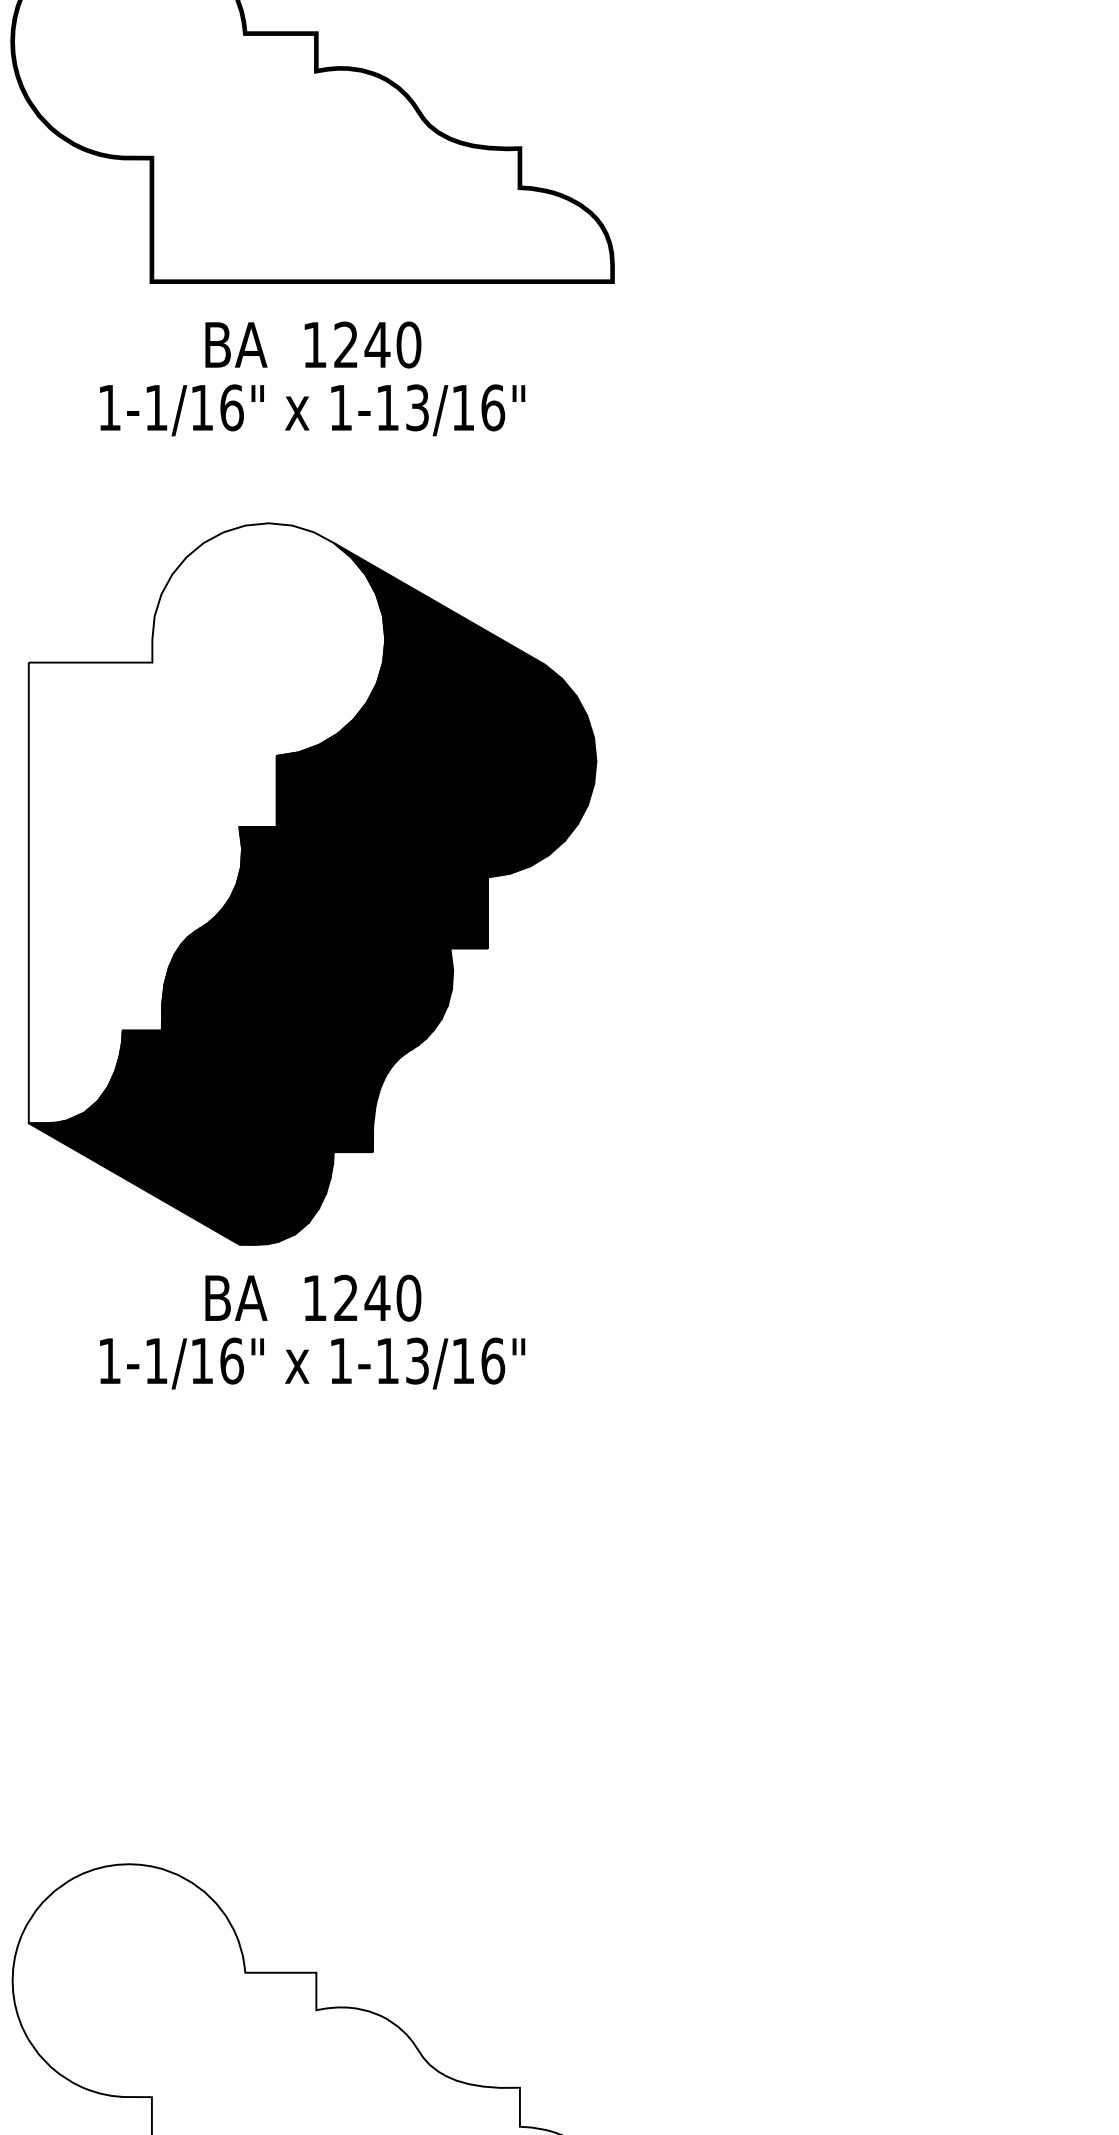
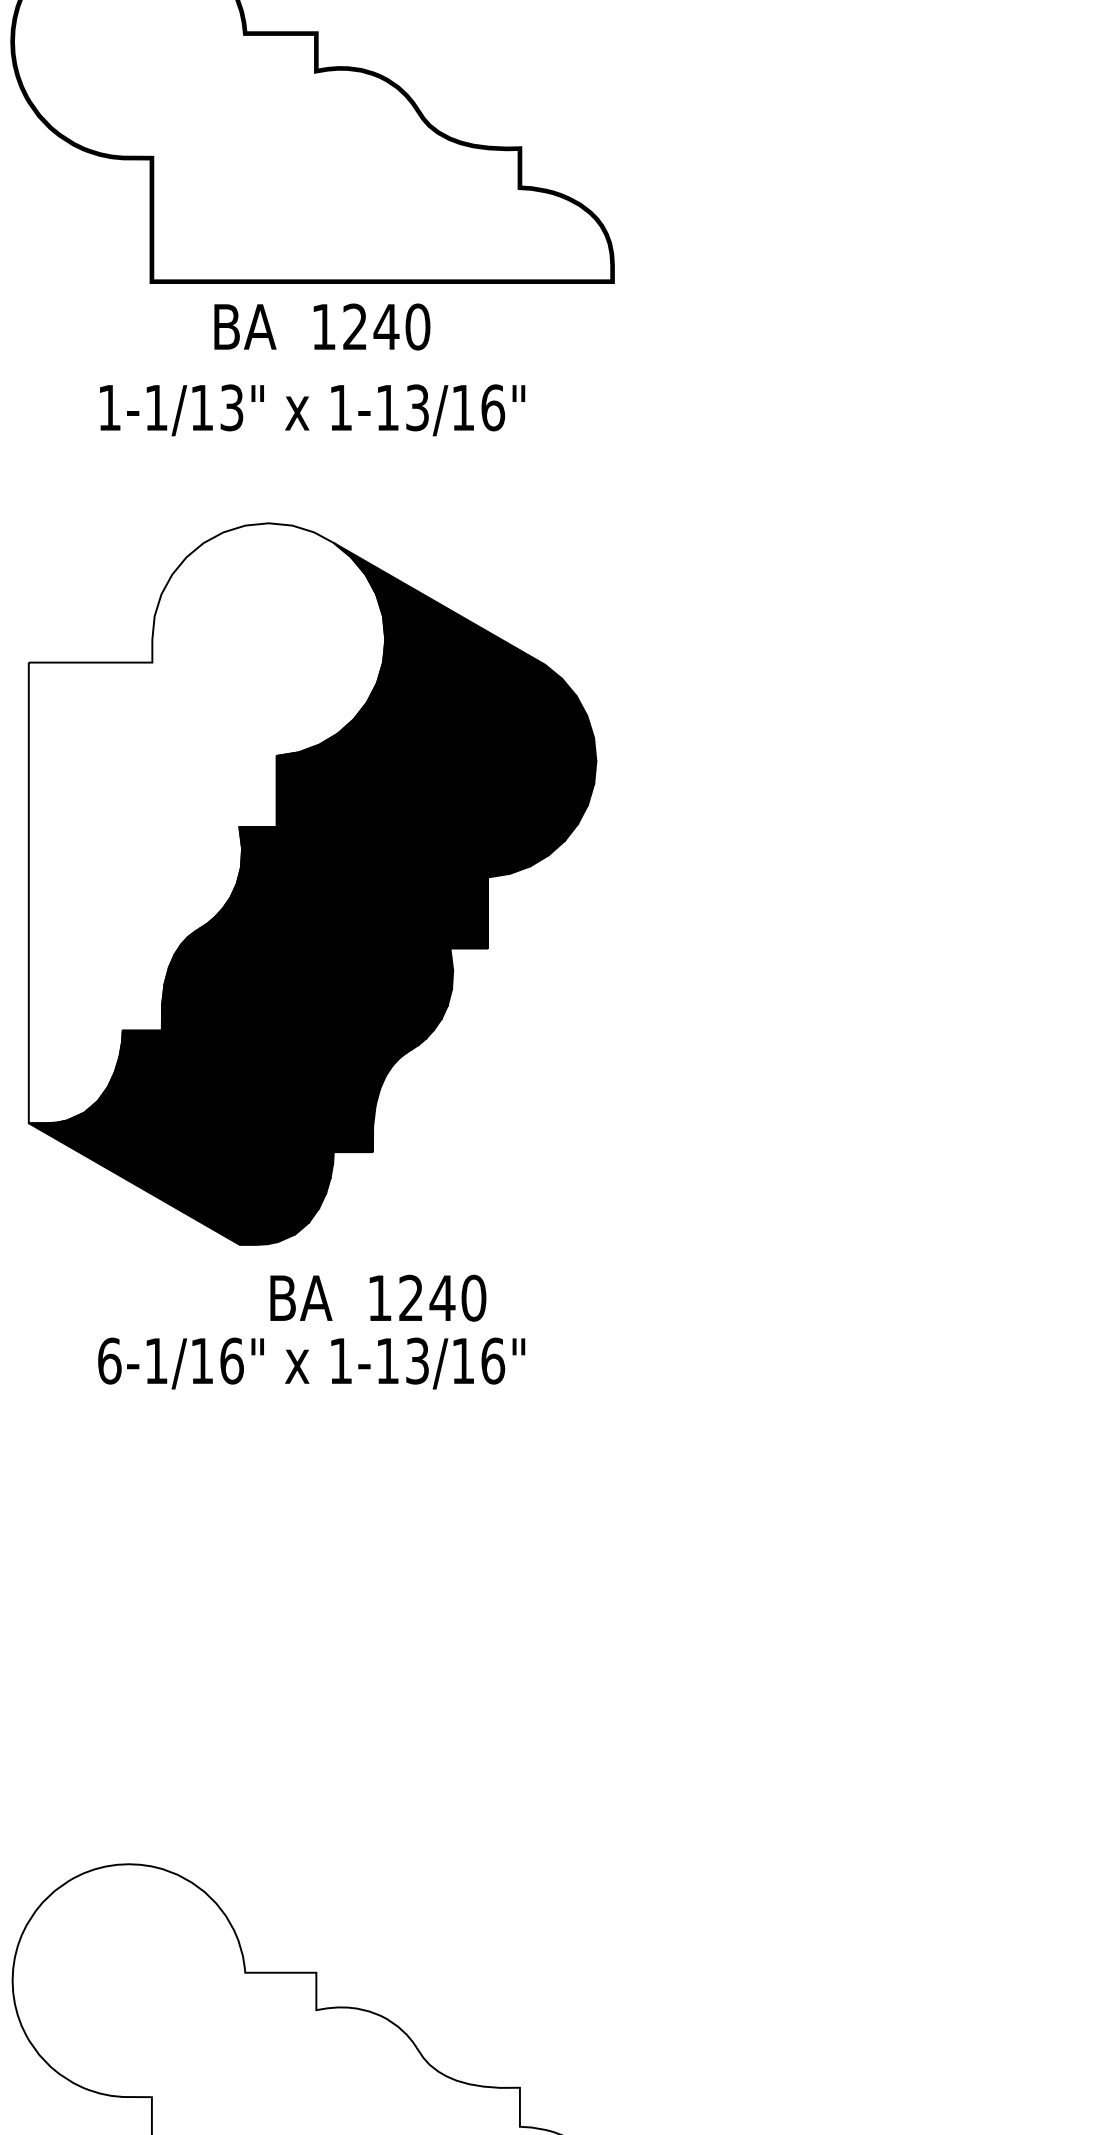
text at (313, 344) position: (313, 344) -> (322, 326)
text at (231, 407): 1-1/16" -> 1-1/13"
text at (313, 1297) position: (313, 1297) -> (378, 1297)
text at (109, 1360): 1-1/16" -> 6-1/16"
